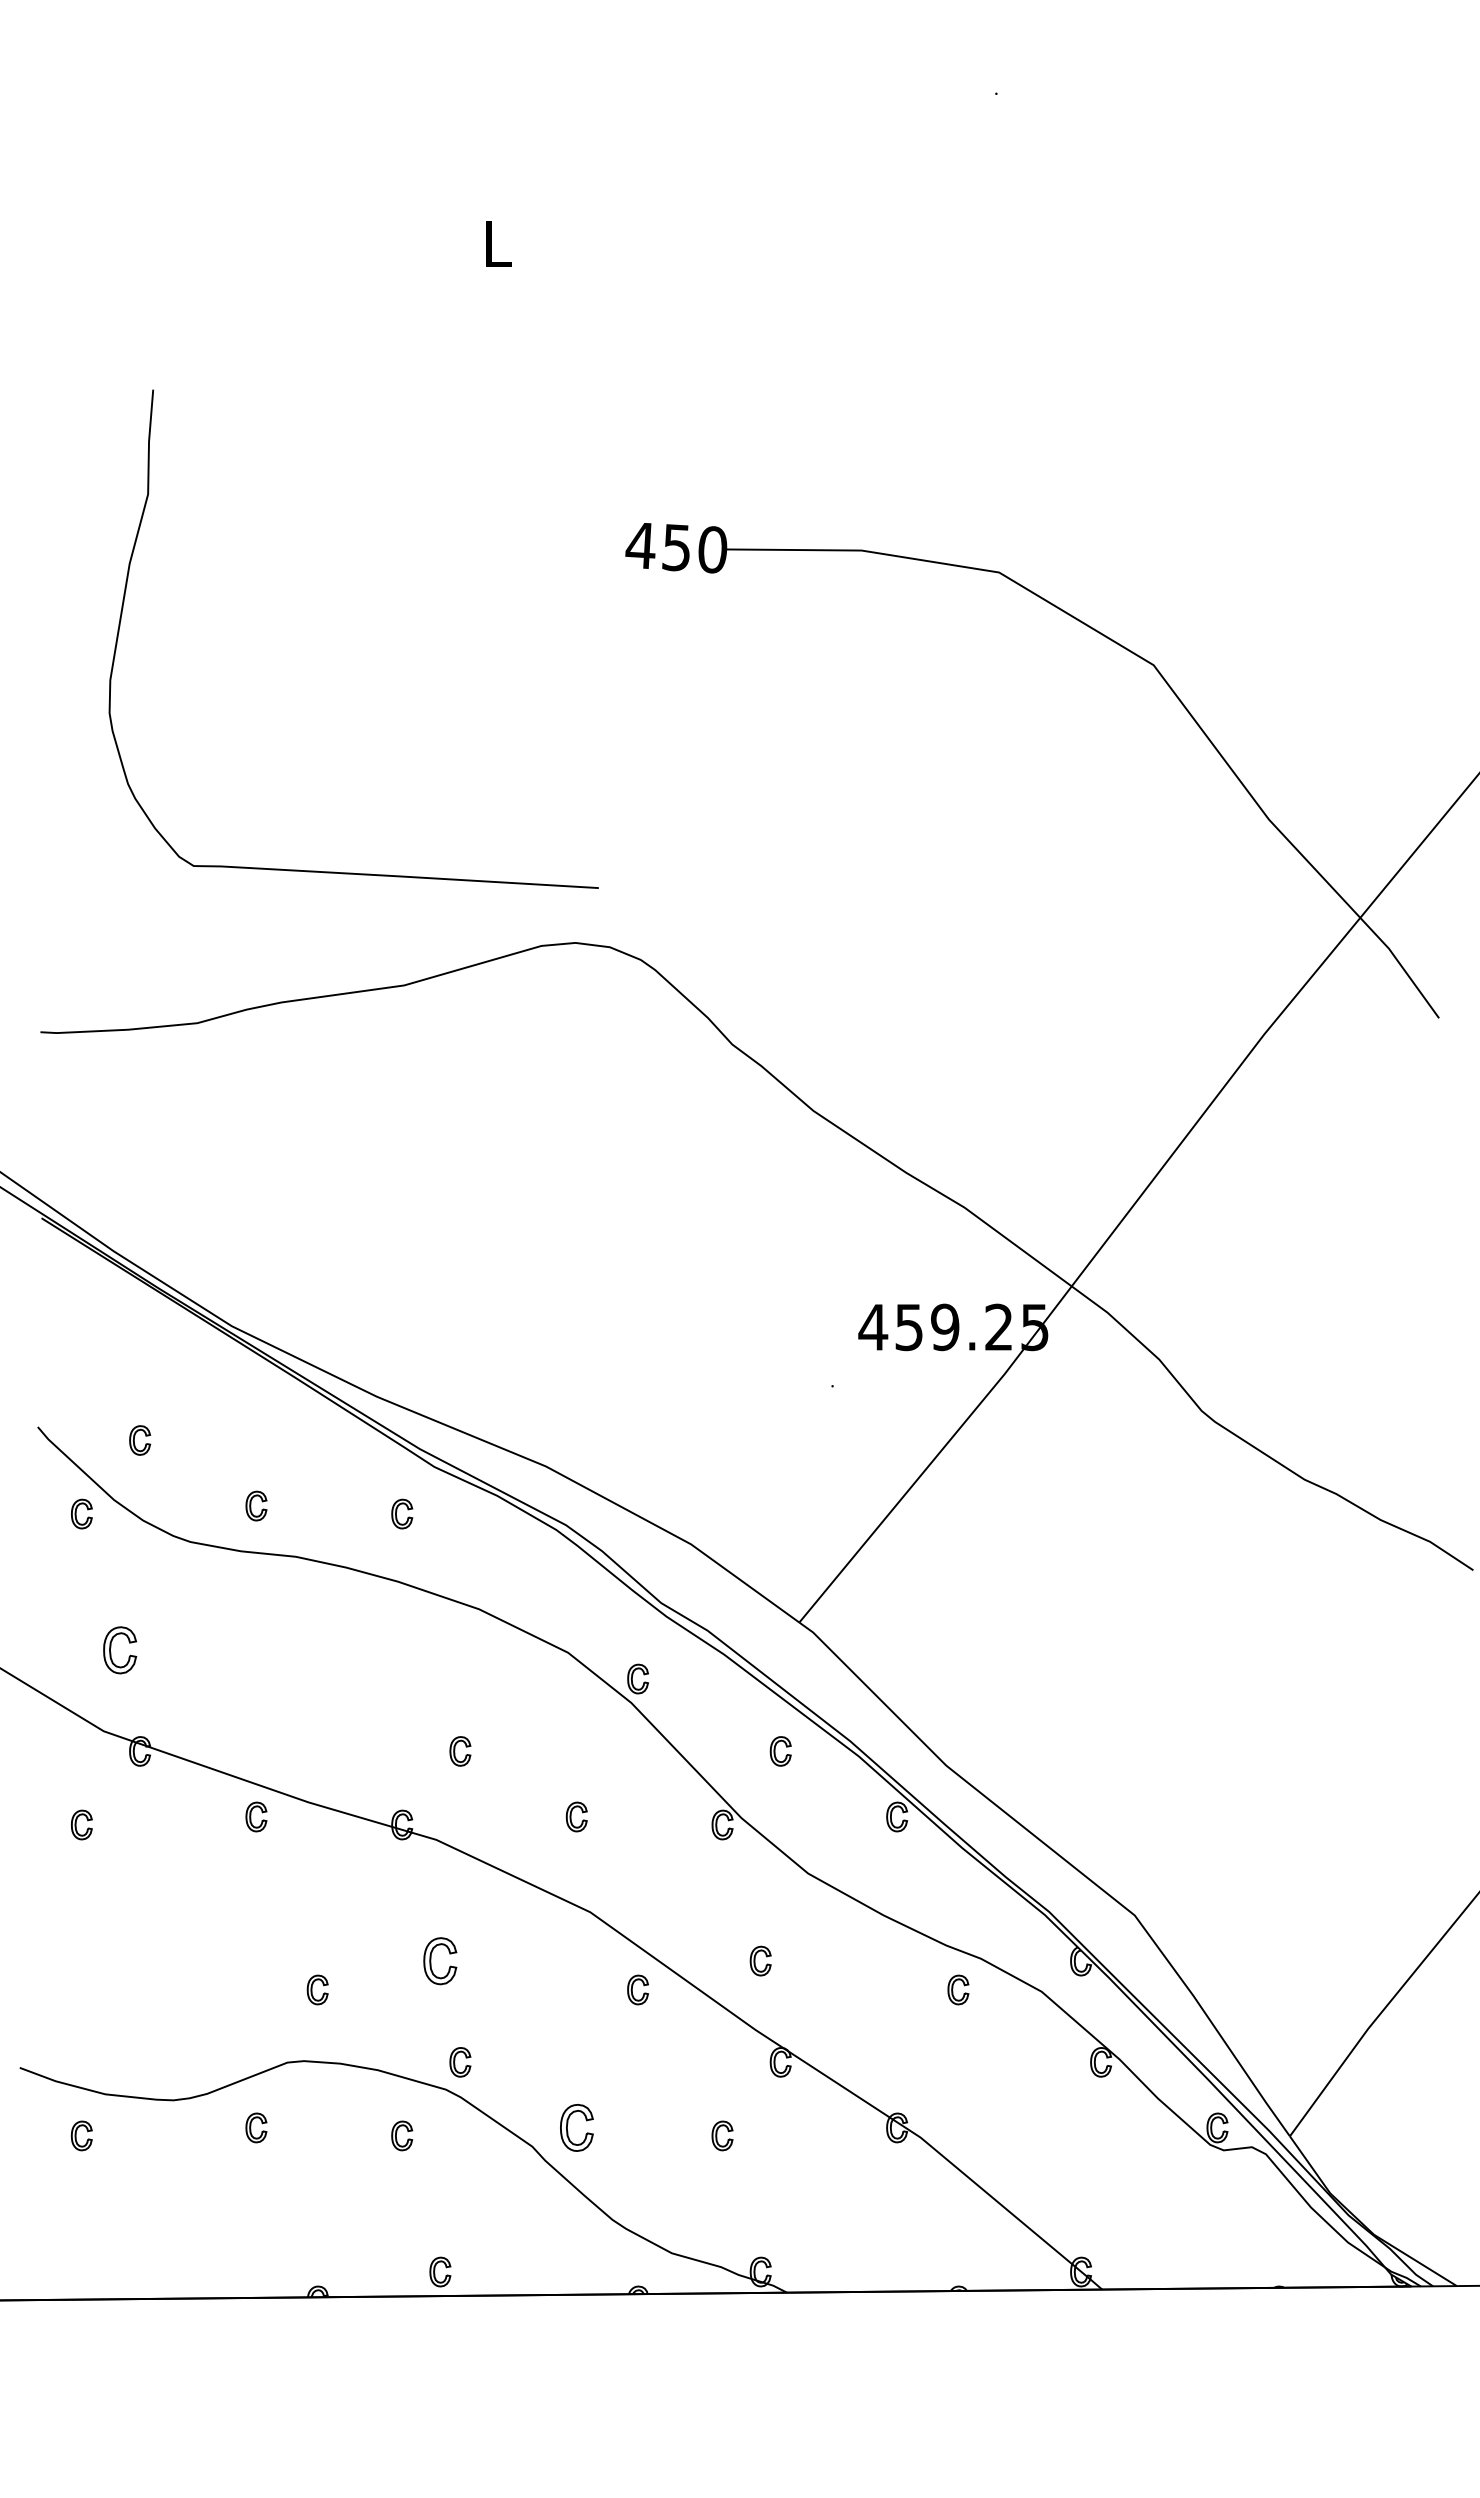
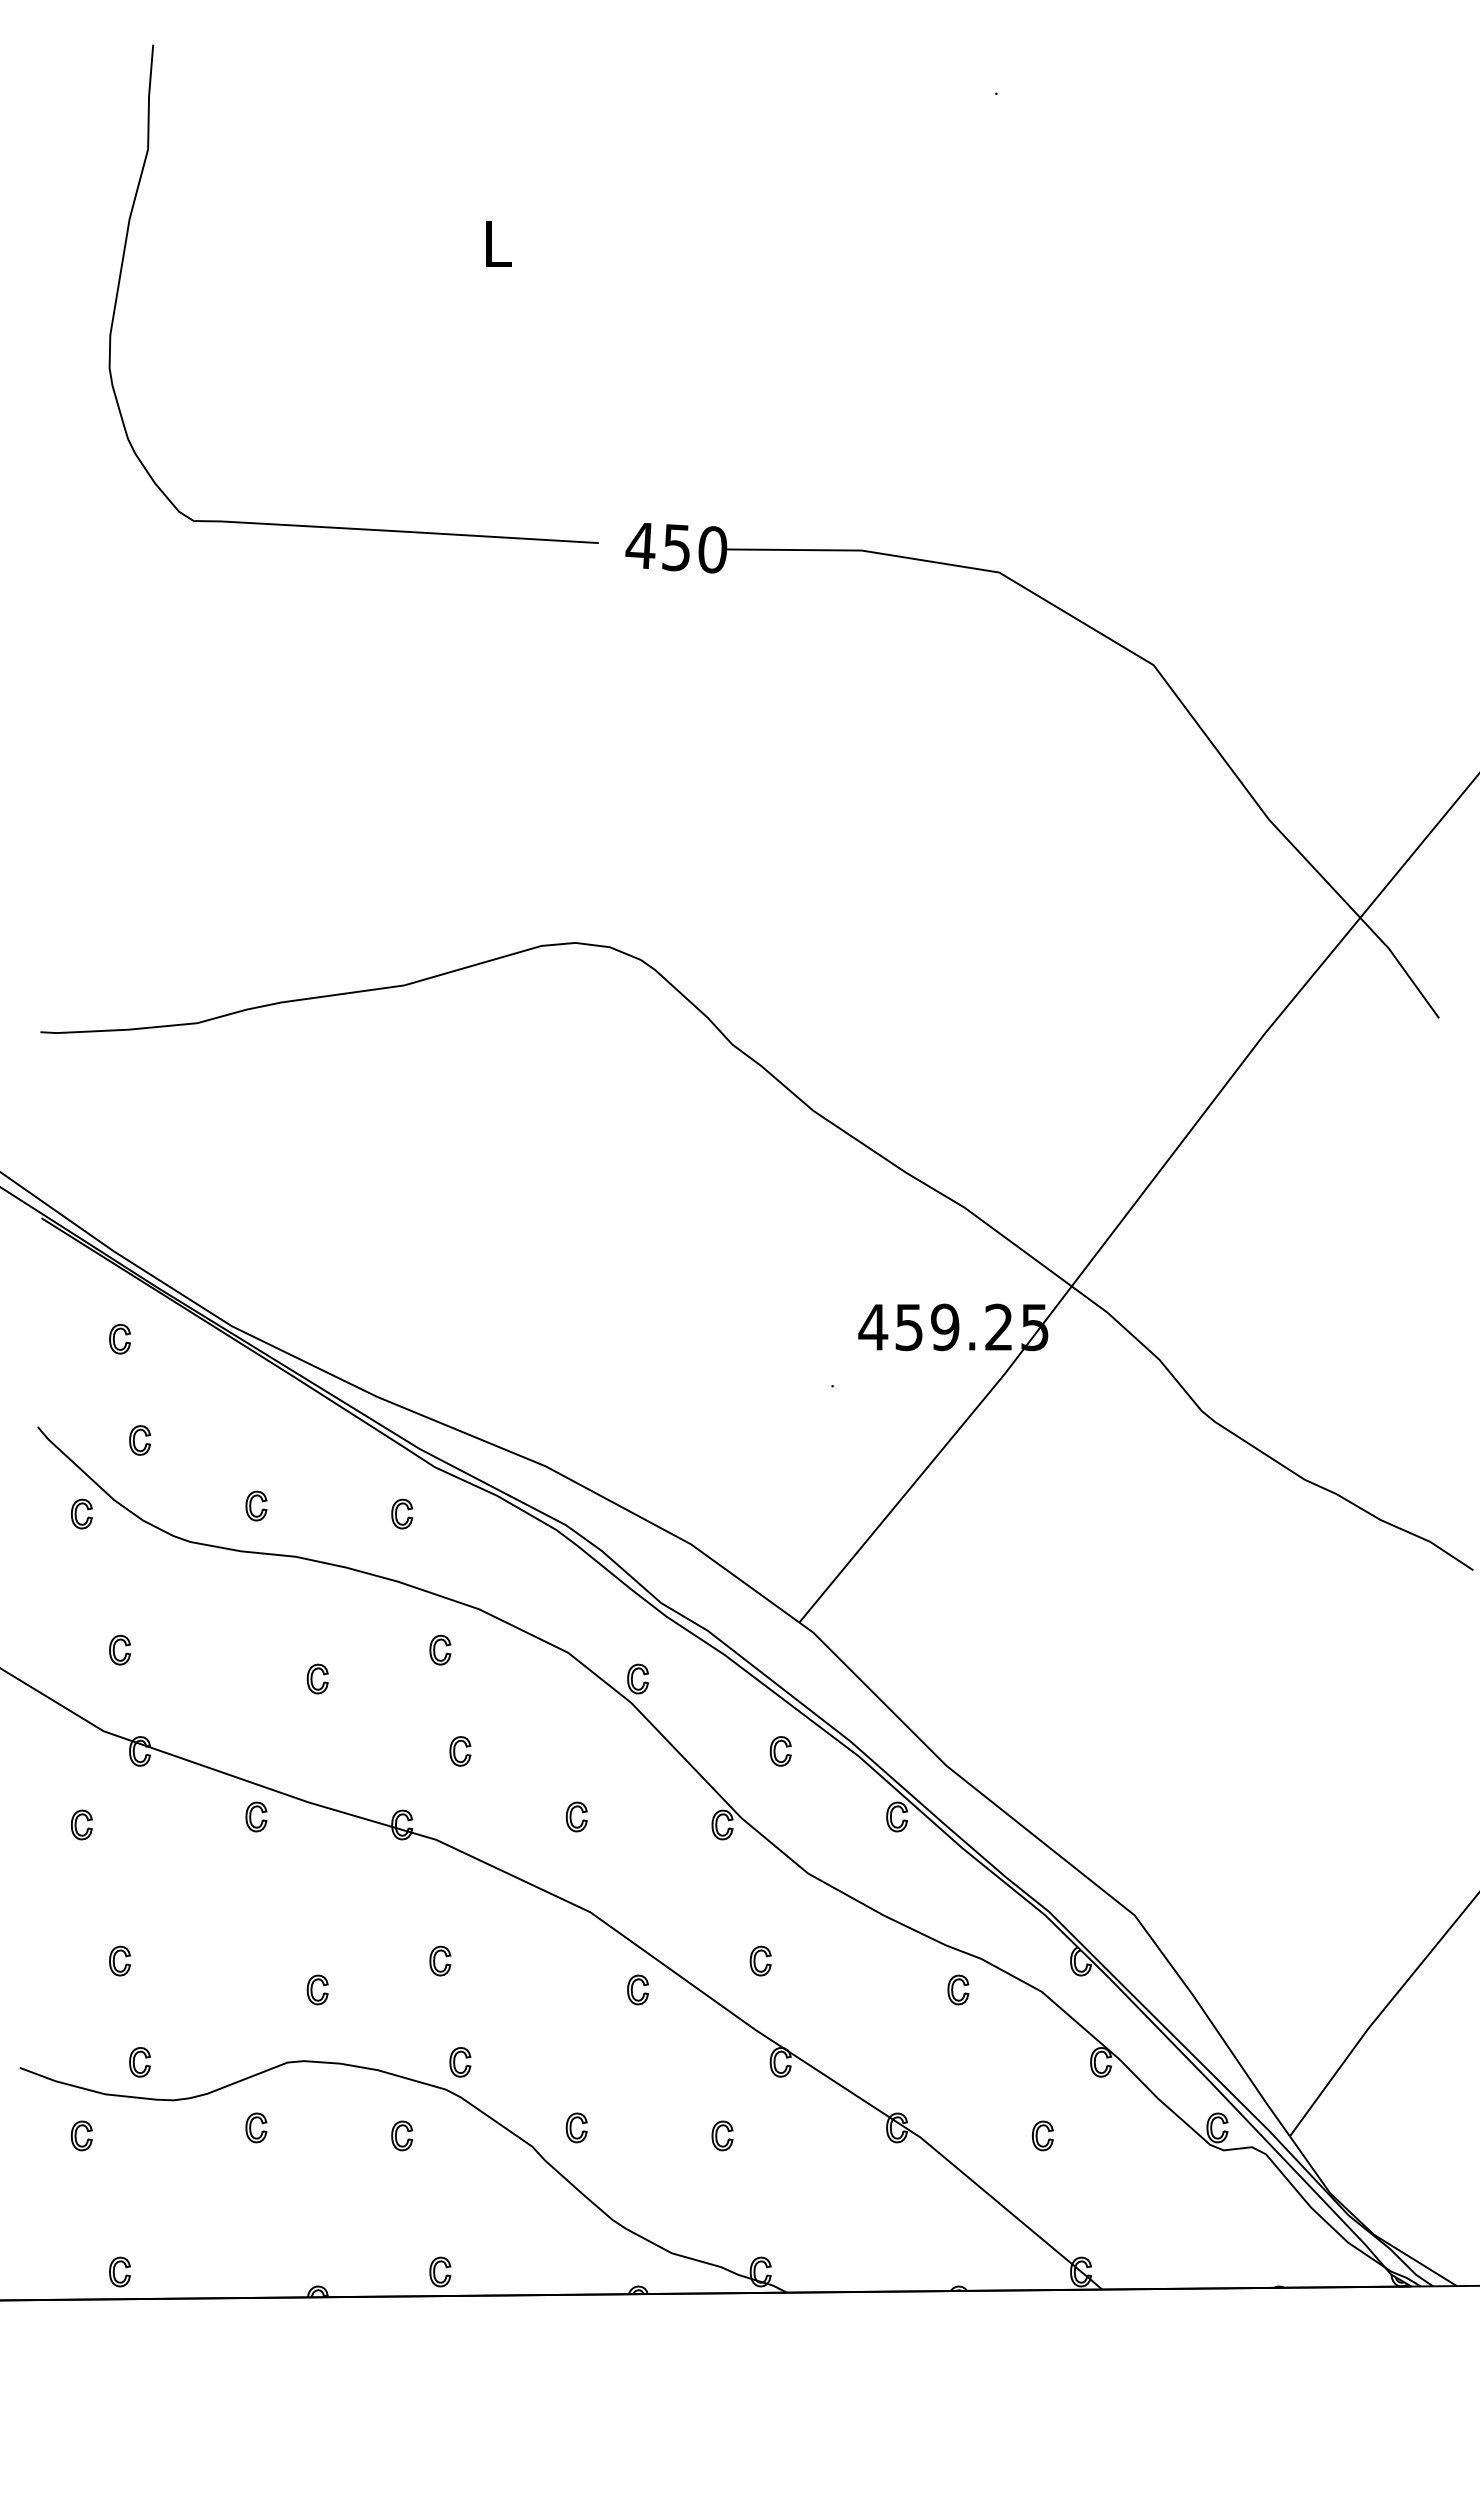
curve at (124, 602) position: (124, 602) -> (124, 257)
part at (119, 1339): none -> present
part at (440, 1649): none -> present
part at (120, 1650) size: 35x49 px -> 22x32 px
part at (317, 1678): none -> present
part at (119, 1960): none -> present
part at (440, 1961) size: 35x49 px -> 23x32 px
part at (139, 2062): none -> present
part at (576, 2127) size: 34x48 px -> 23x32 px
part at (1042, 2135): none -> present
part at (119, 2271): none -> present
